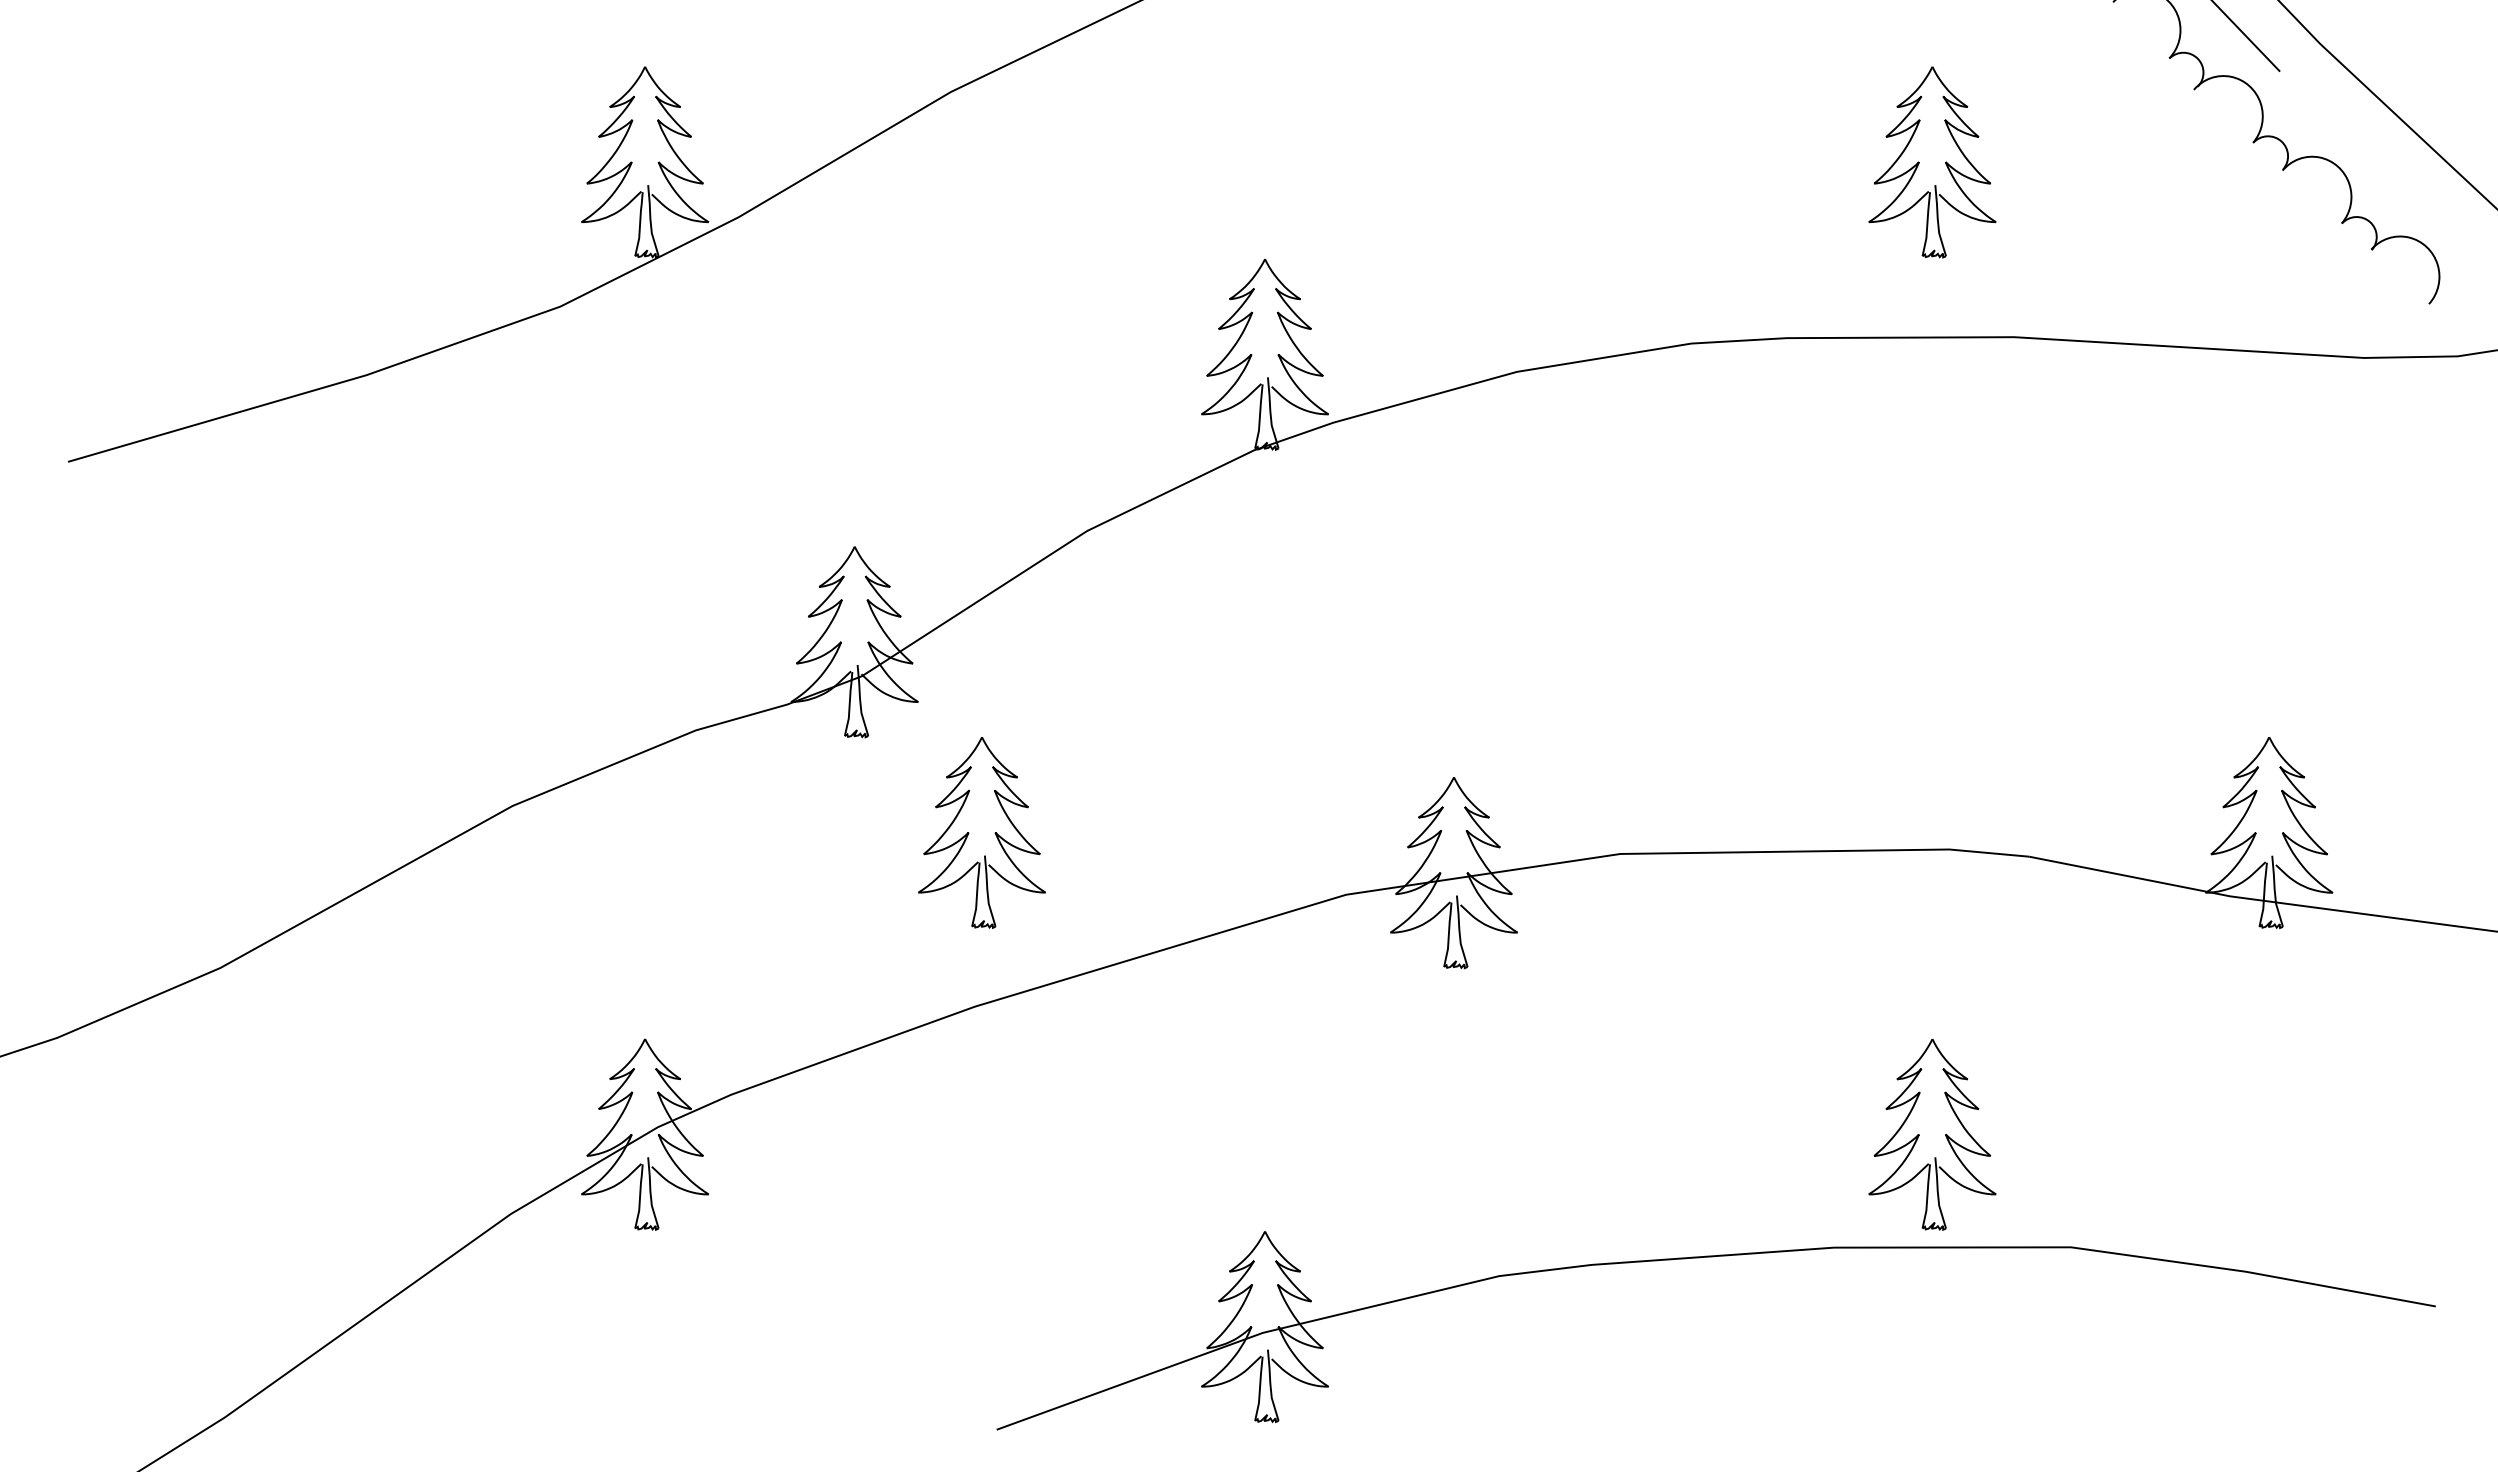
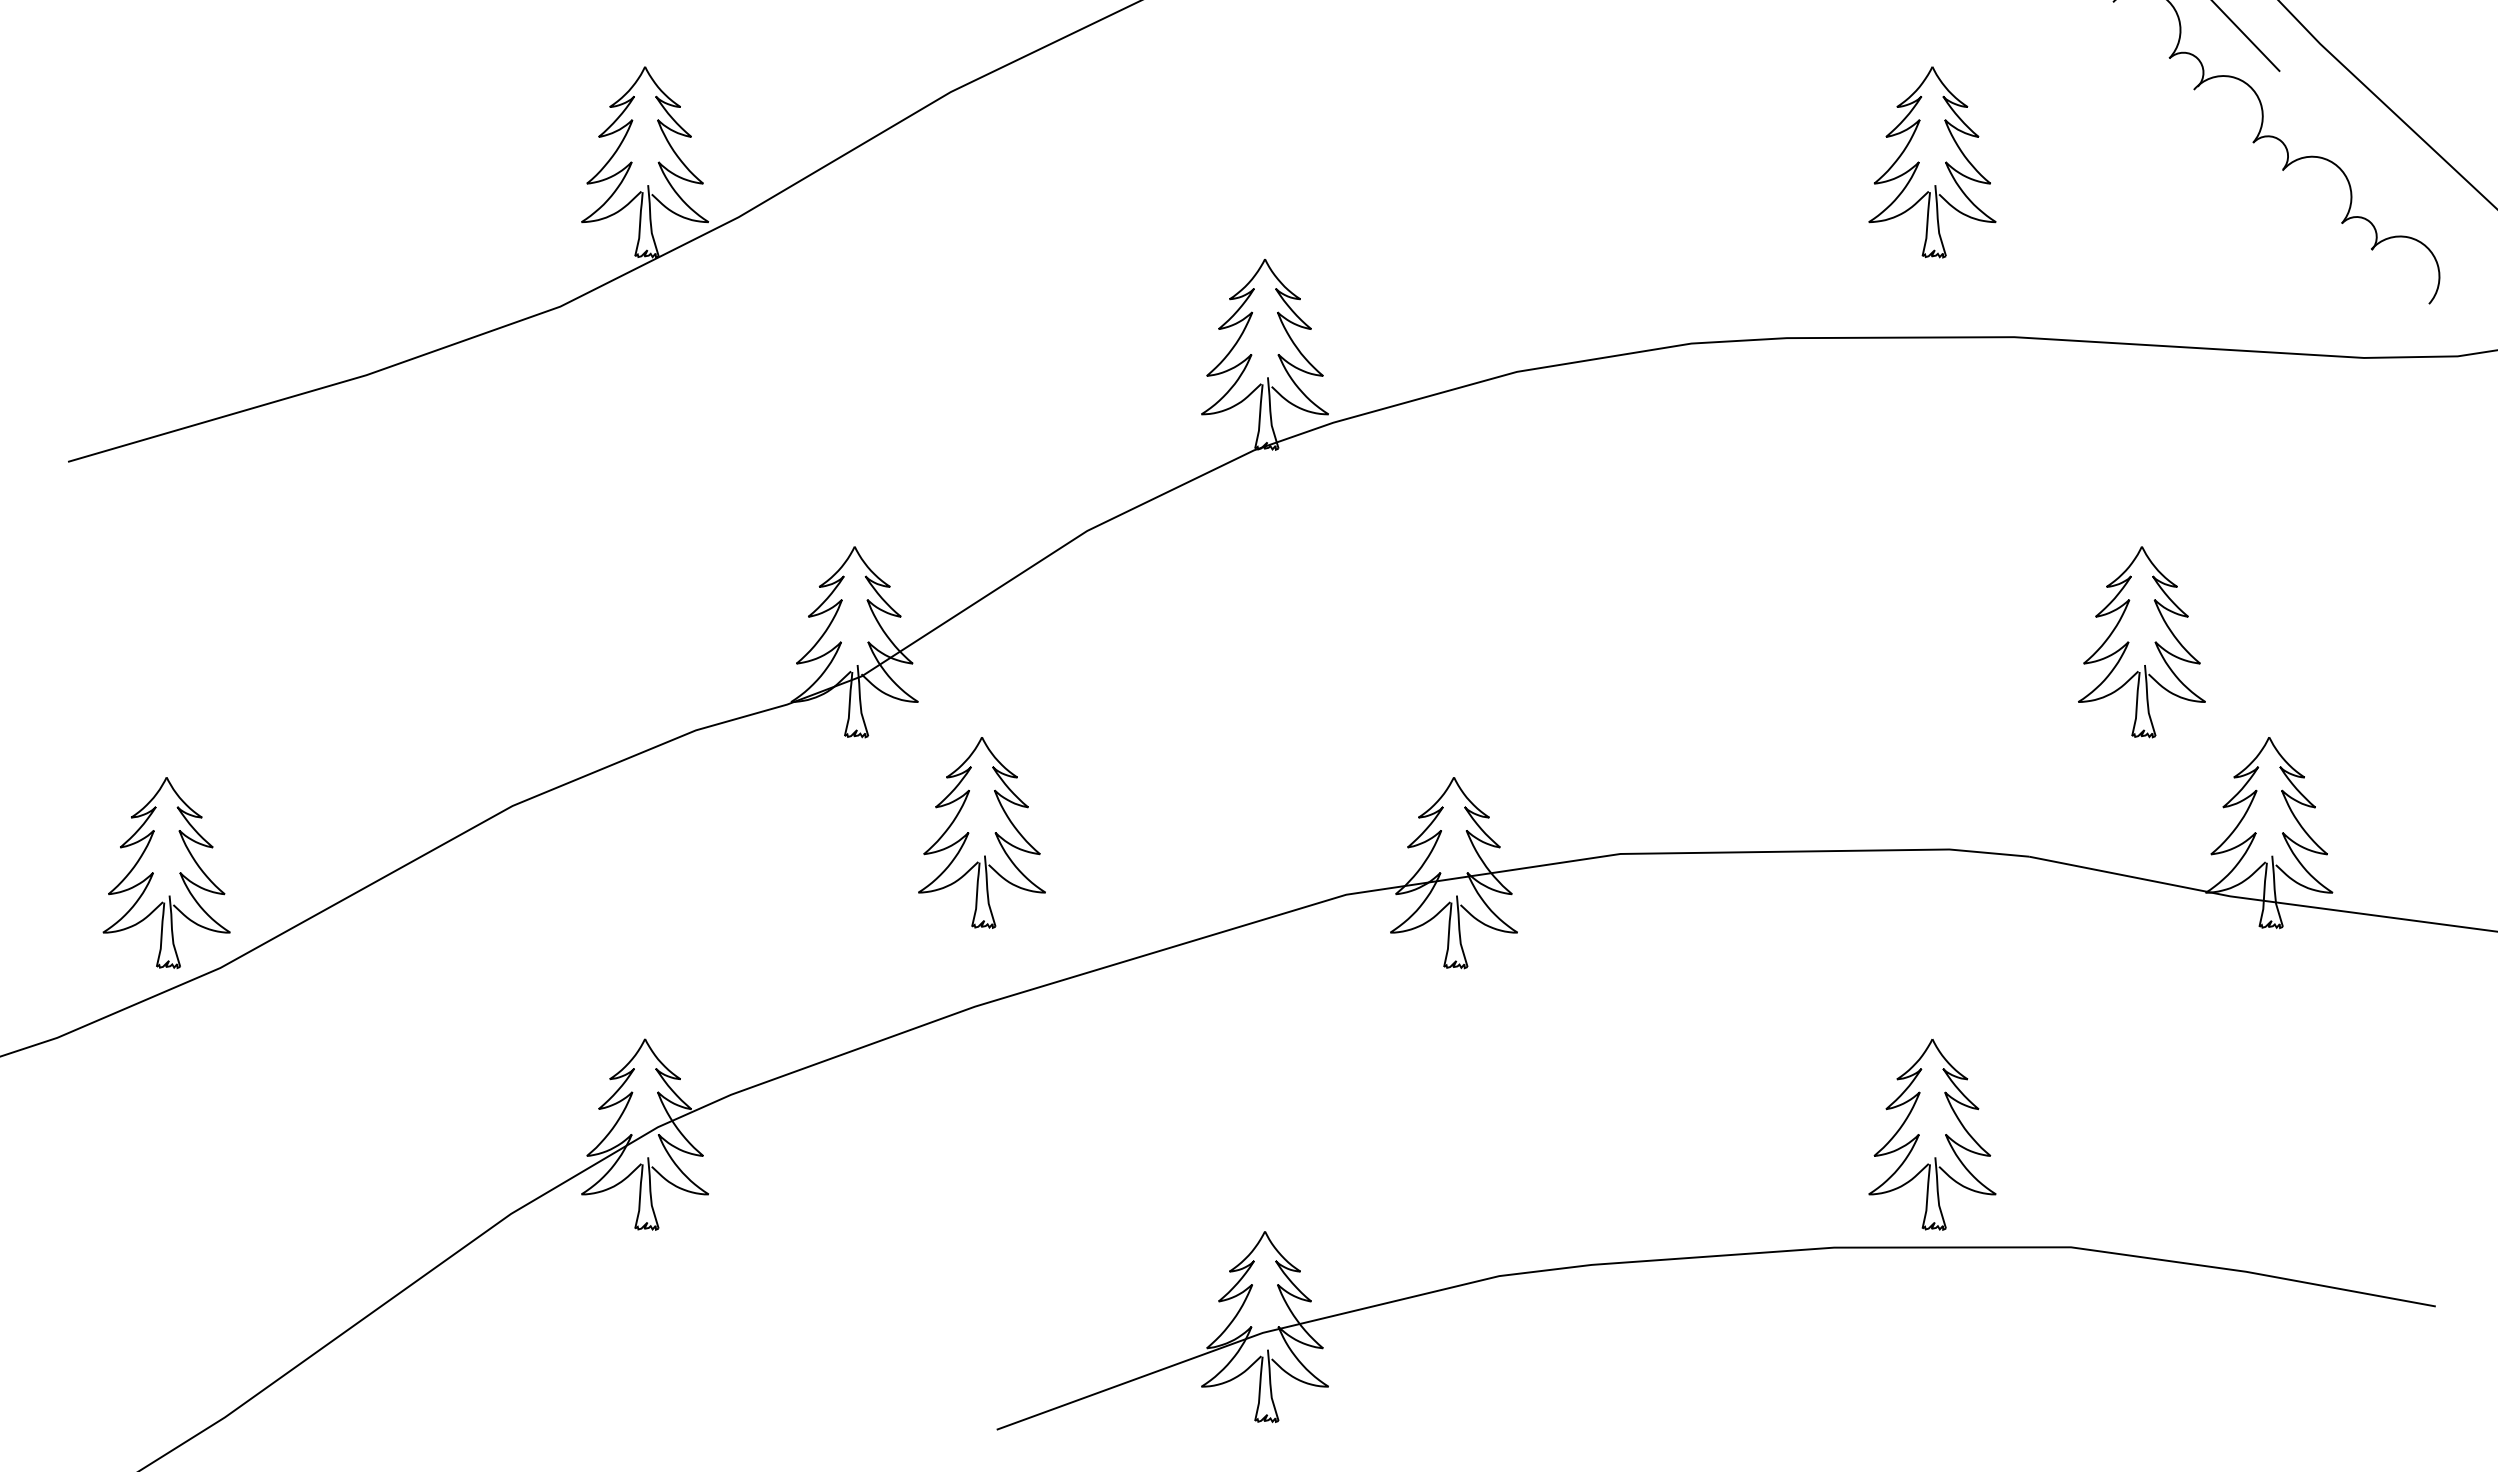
part at (2129, 642): none -> present
part at (153, 872): none -> present
